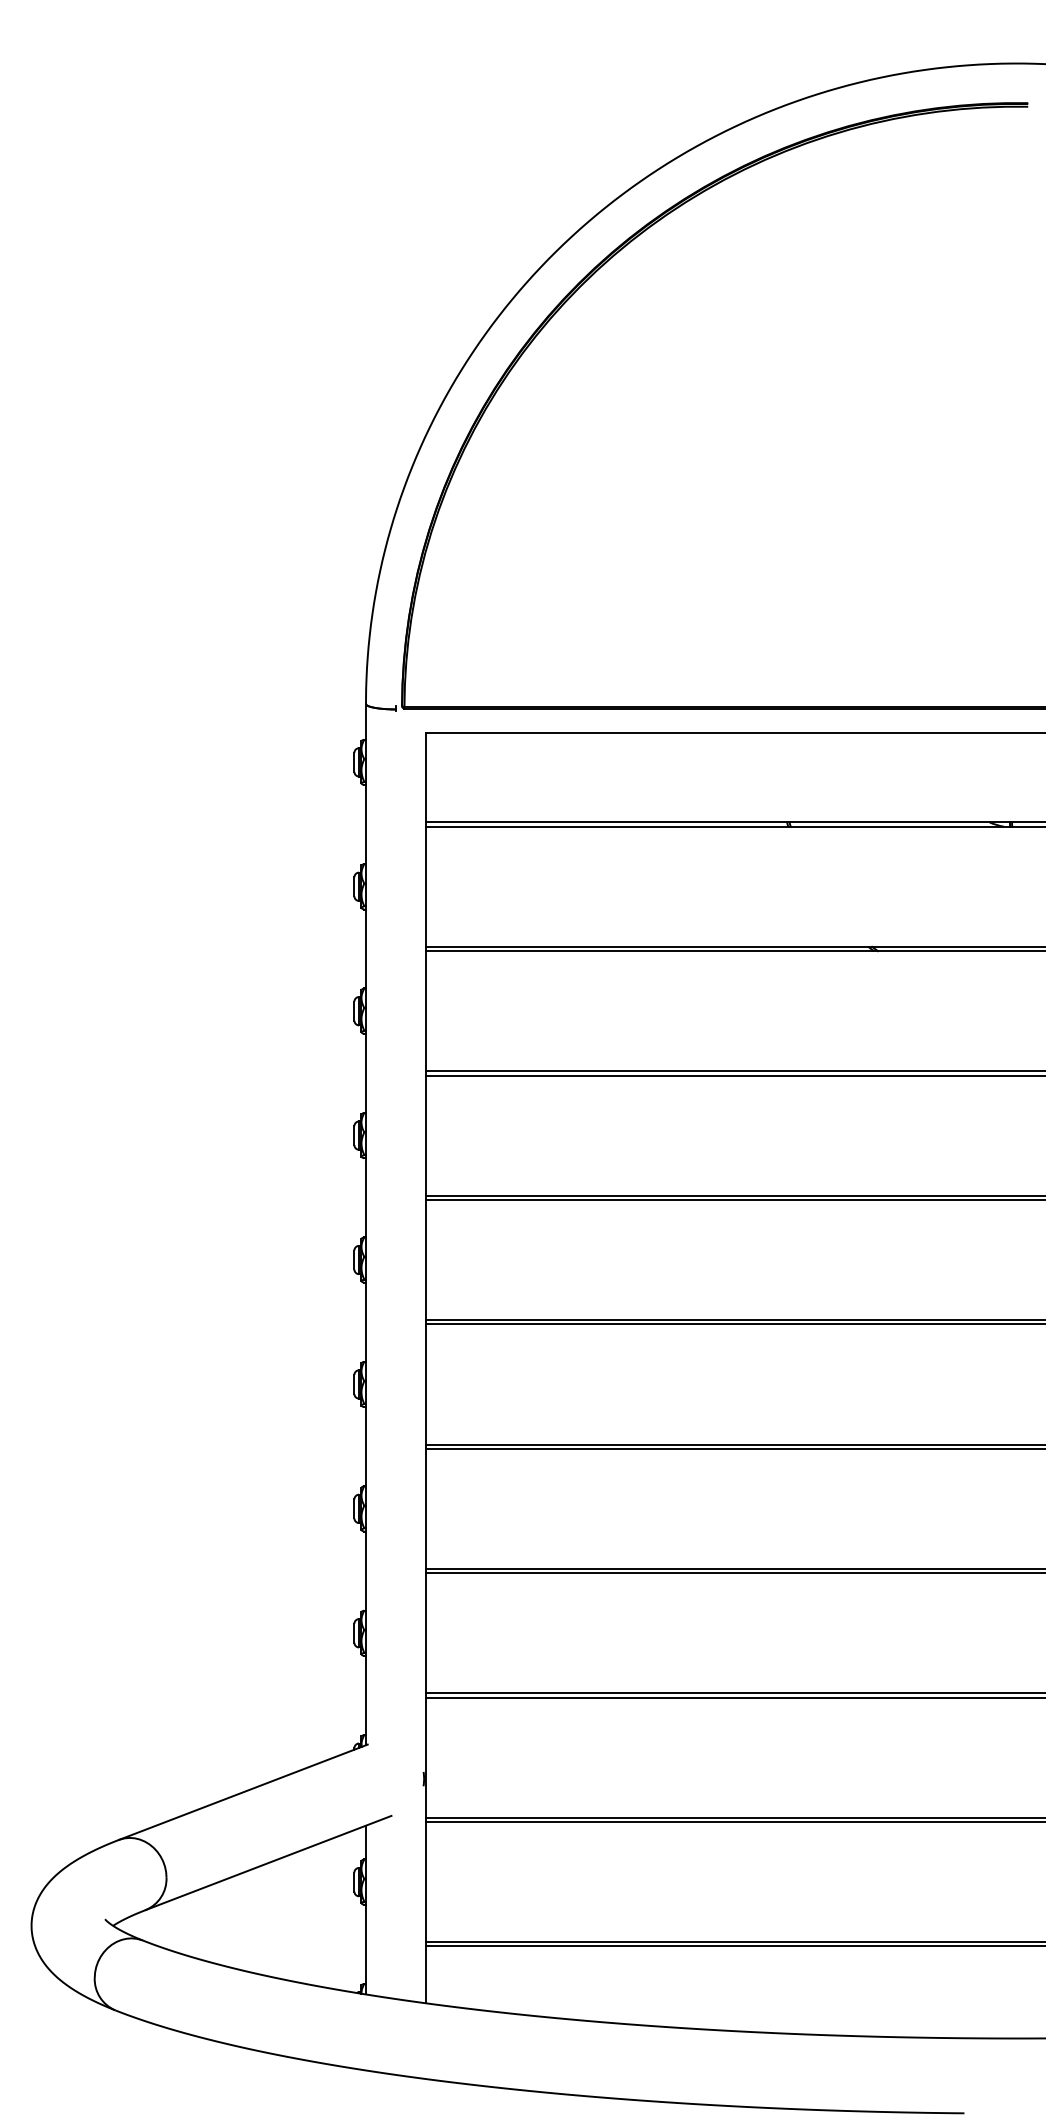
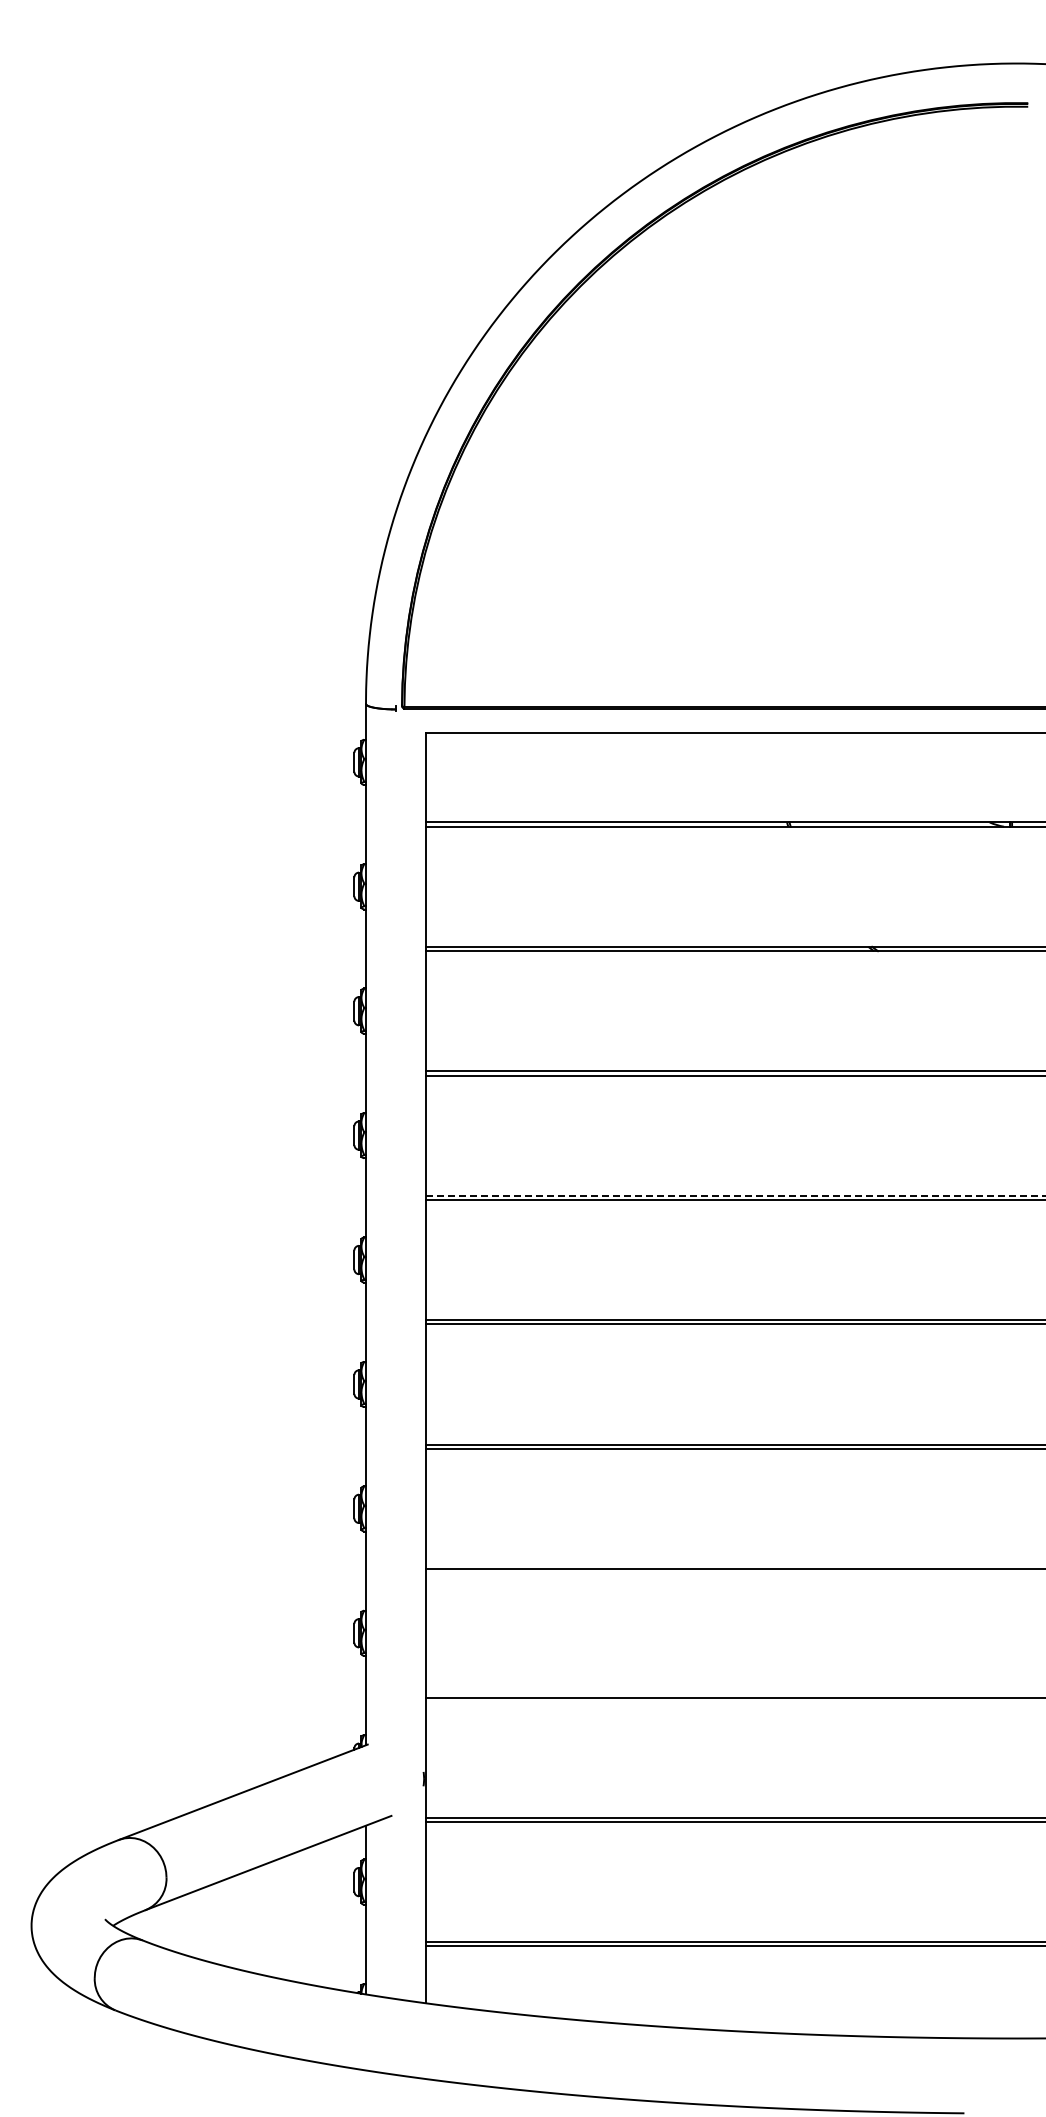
line at (735, 1195): solid -> dashed
line at (734, 1573): present -> none
line at (734, 1693): present -> none
